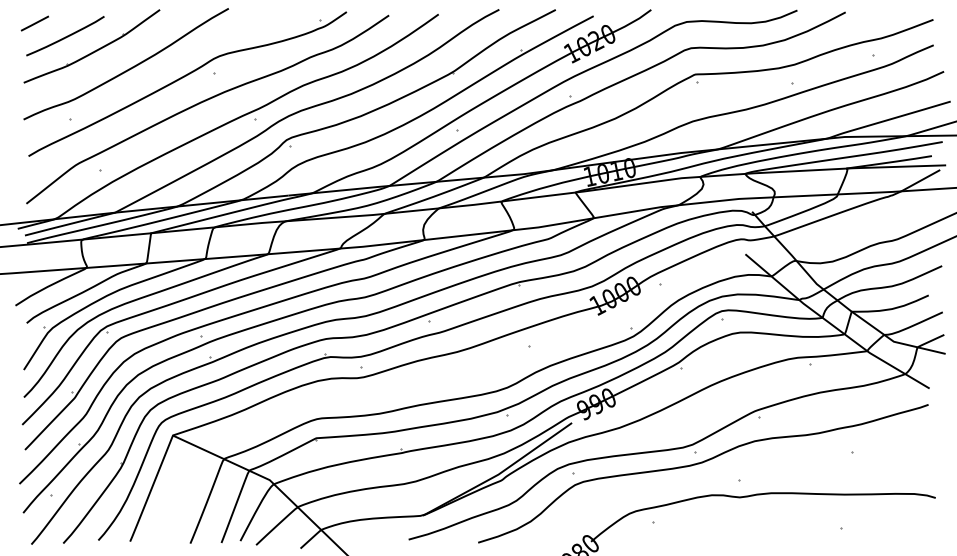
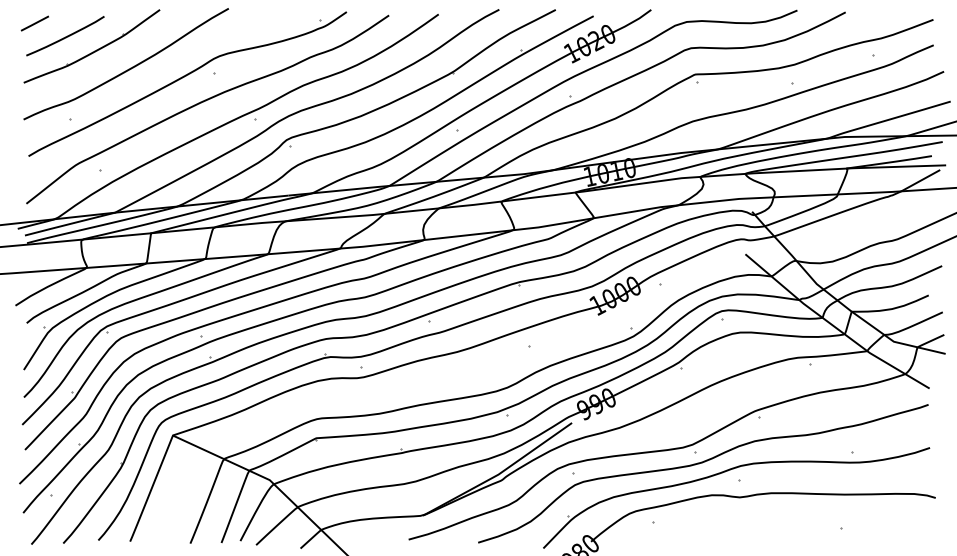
part at (728, 471): none -> present
